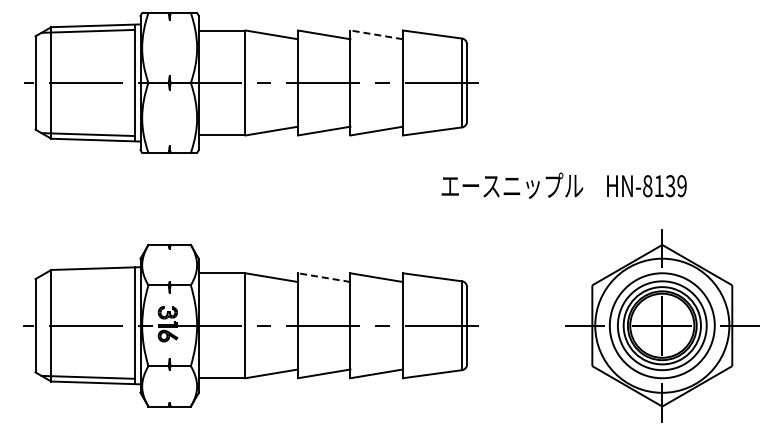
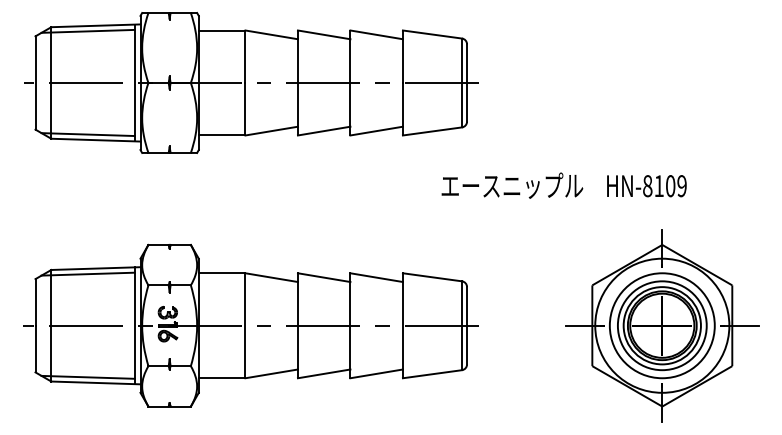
line at (376, 34): dashed -> solid
text at (670, 186): HN-8139 -> HN-8109
line at (87, 273): none -> present
line at (324, 277): dashed -> solid
